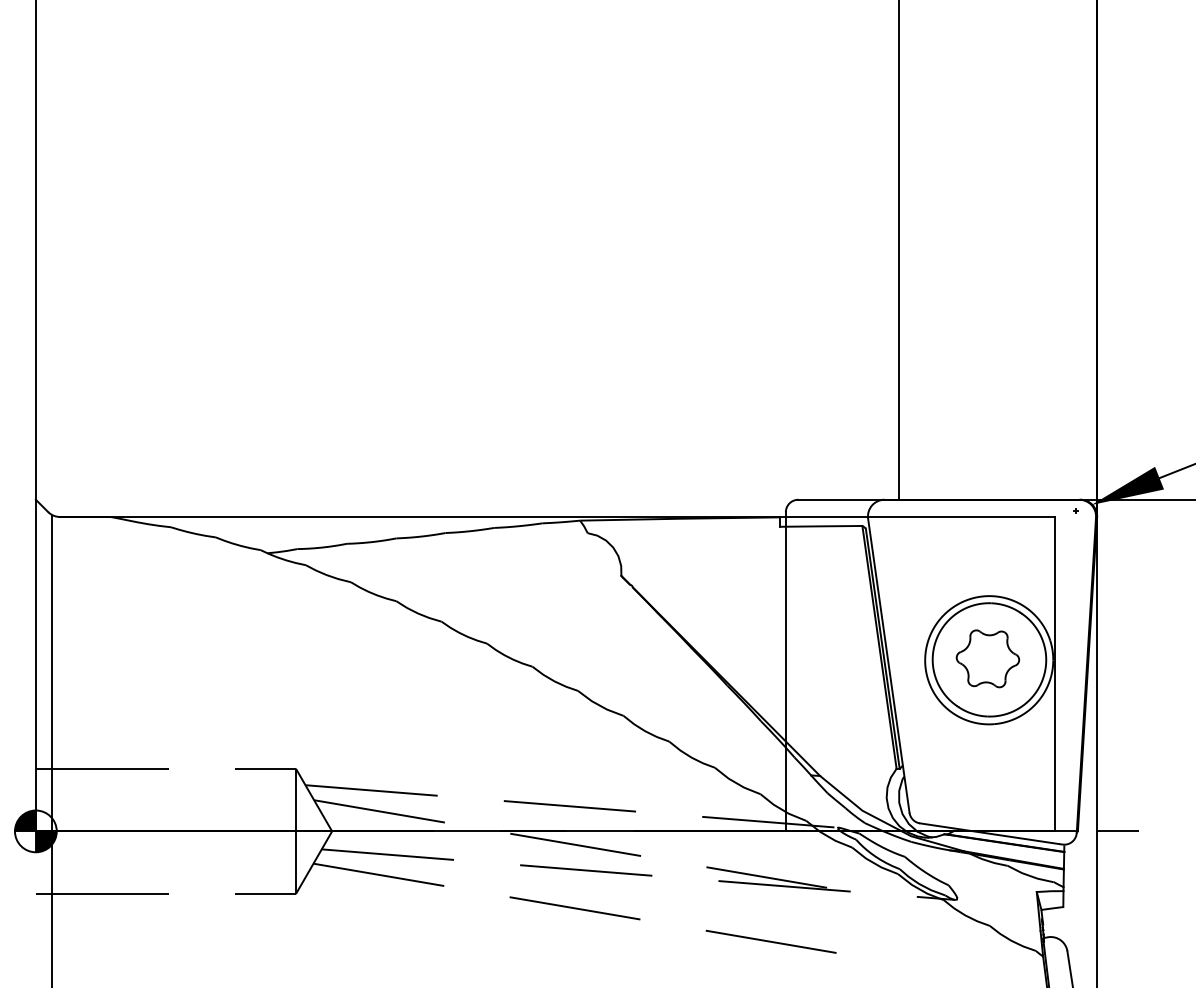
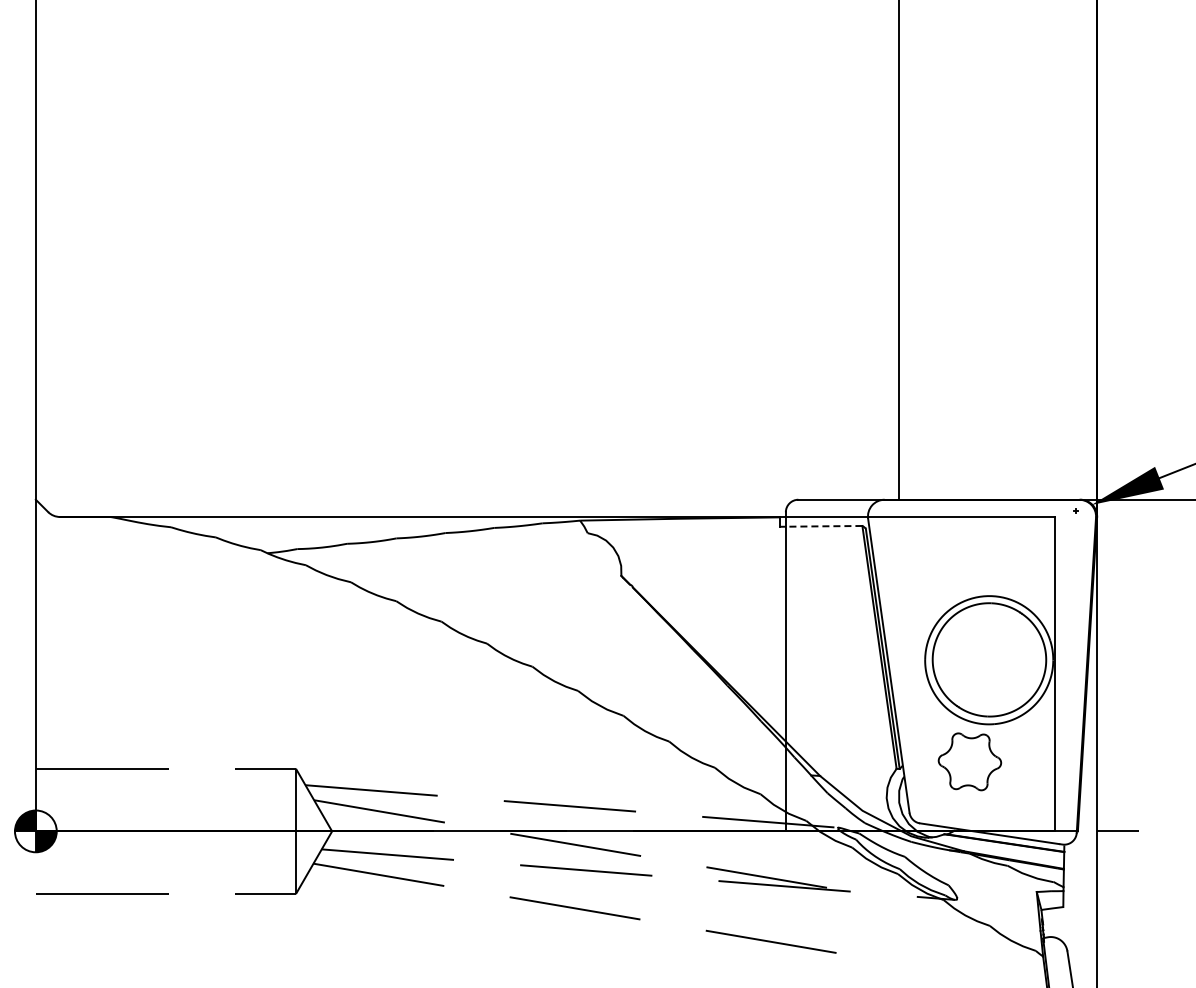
line at (820, 526): solid -> dashed
part at (987, 658) position: (987, 658) -> (969, 761)
line at (52, 749): present -> none
